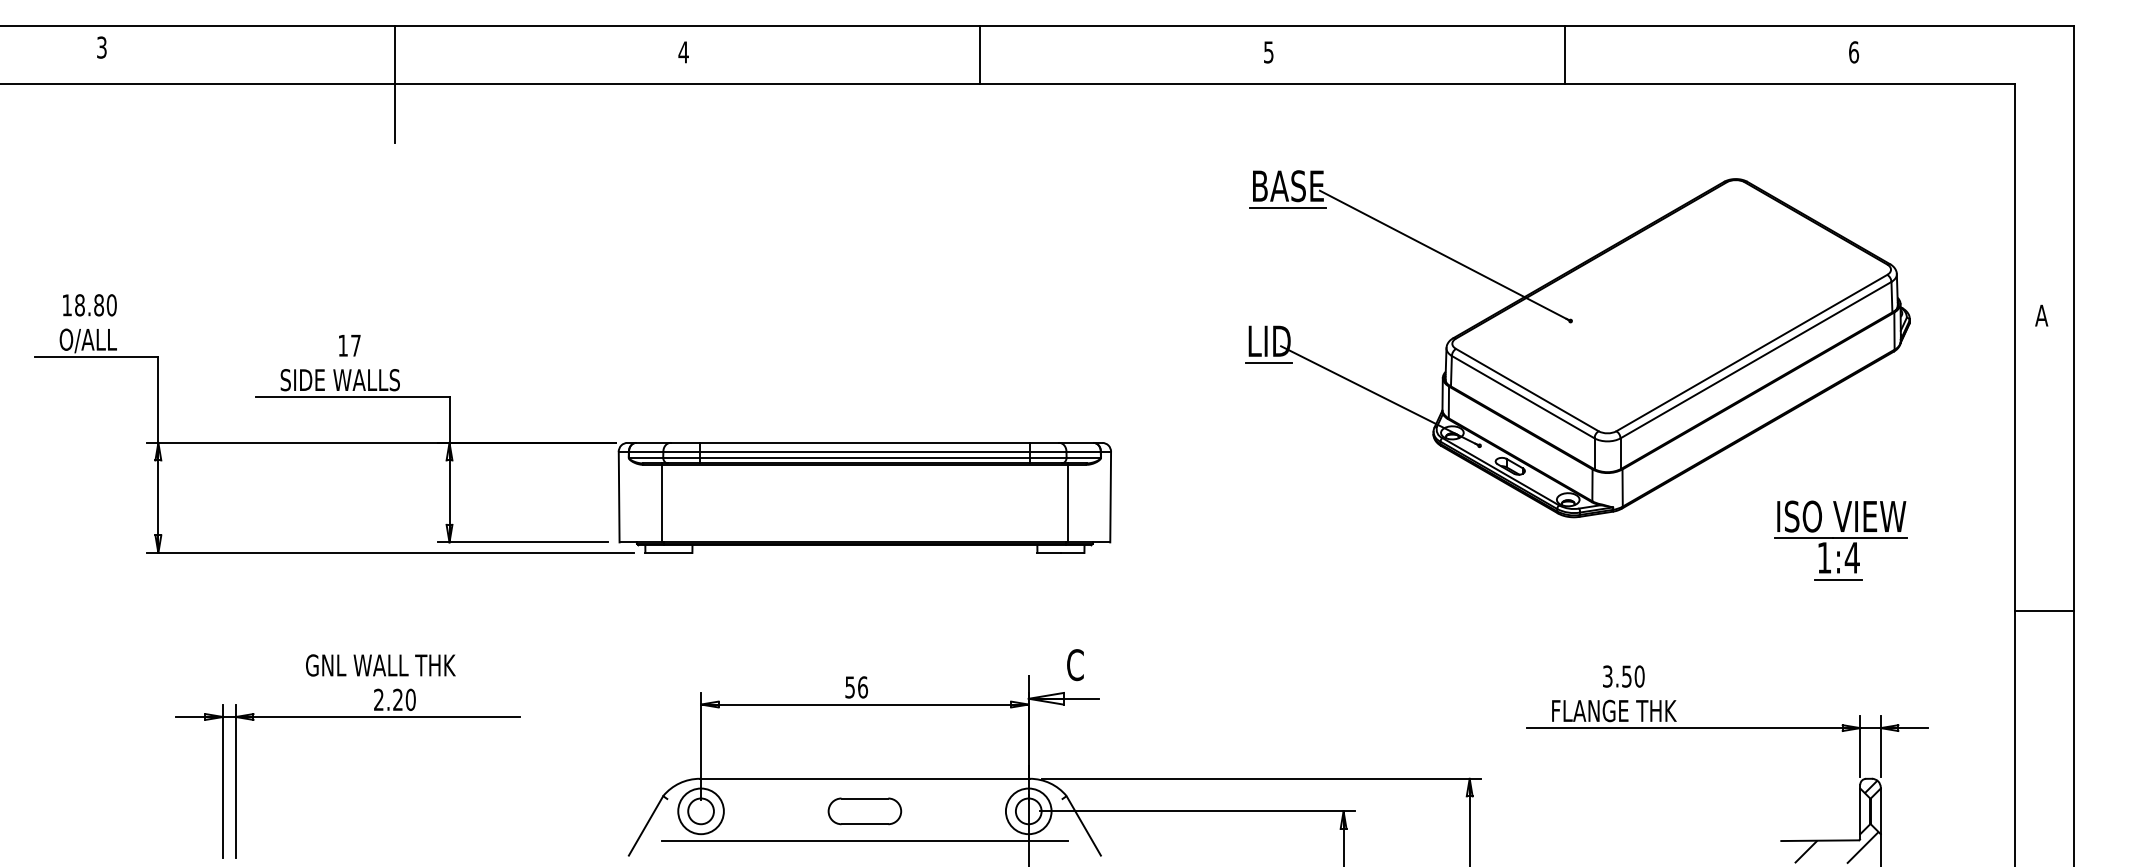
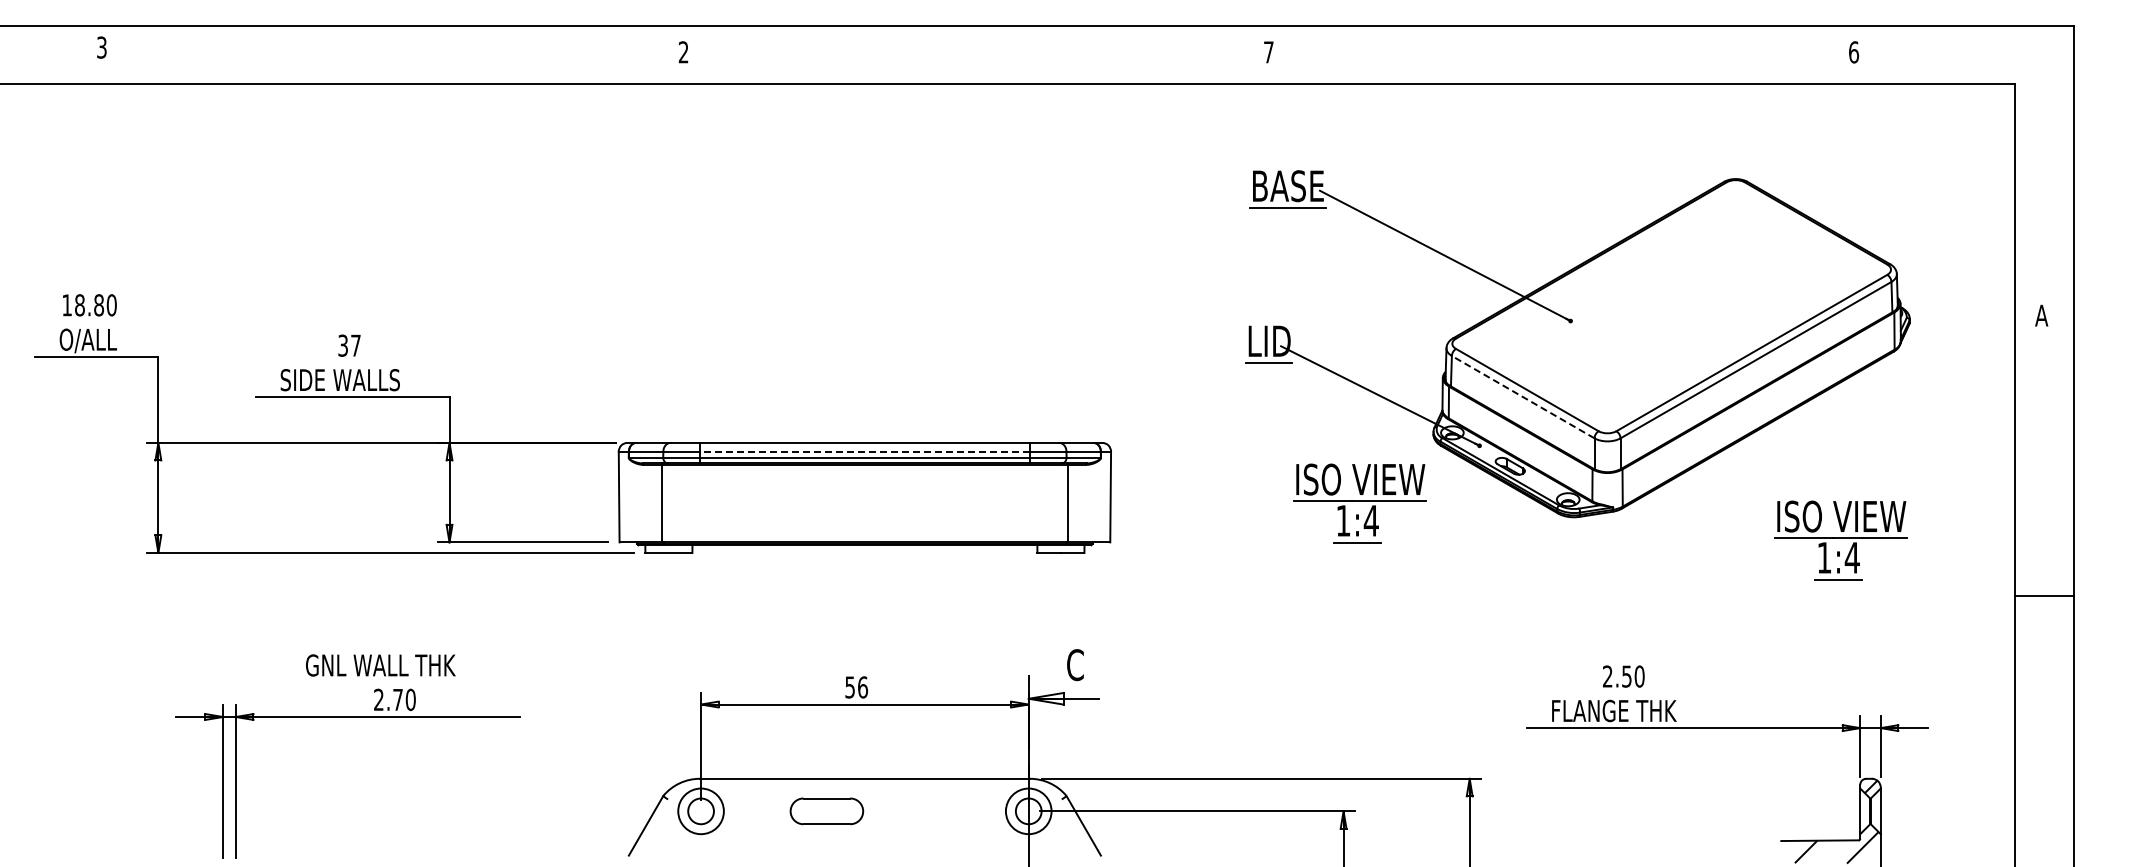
text at (683, 52): 4 -> 2
text at (1268, 52): 5 -> 7
line at (979, 54): present -> none
line at (1564, 54): present -> none
line at (394, 83): present -> none
text at (342, 345): 17 -> 37
line at (1522, 396): solid -> dashed
line at (864, 451): solid -> dashed
part at (1359, 503): none -> present
line at (2044, 611) position: (2044, 611) -> (2044, 596)
text at (1607, 676): 3.50 -> 2.50
text at (397, 699): 2.20 -> 2.70
part at (864, 811) position: (864, 811) -> (826, 811)
line at (864, 841): present -> none
